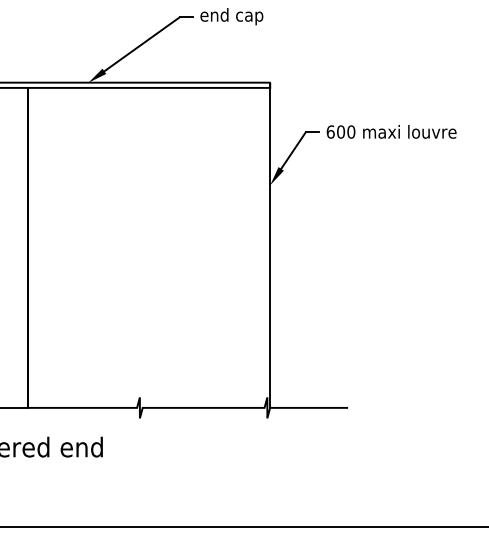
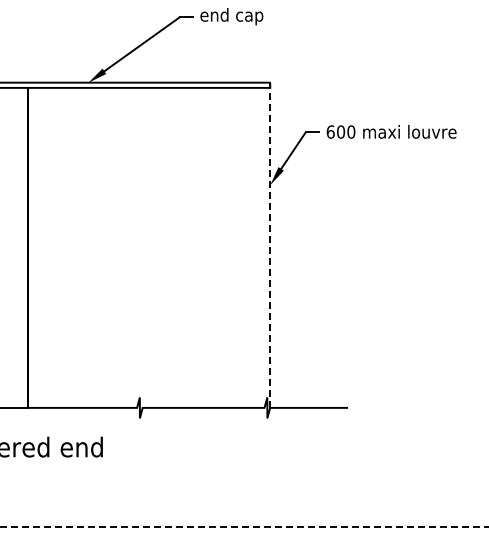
line at (270, 245): solid -> dashed
line at (244, 527): solid -> dashed
